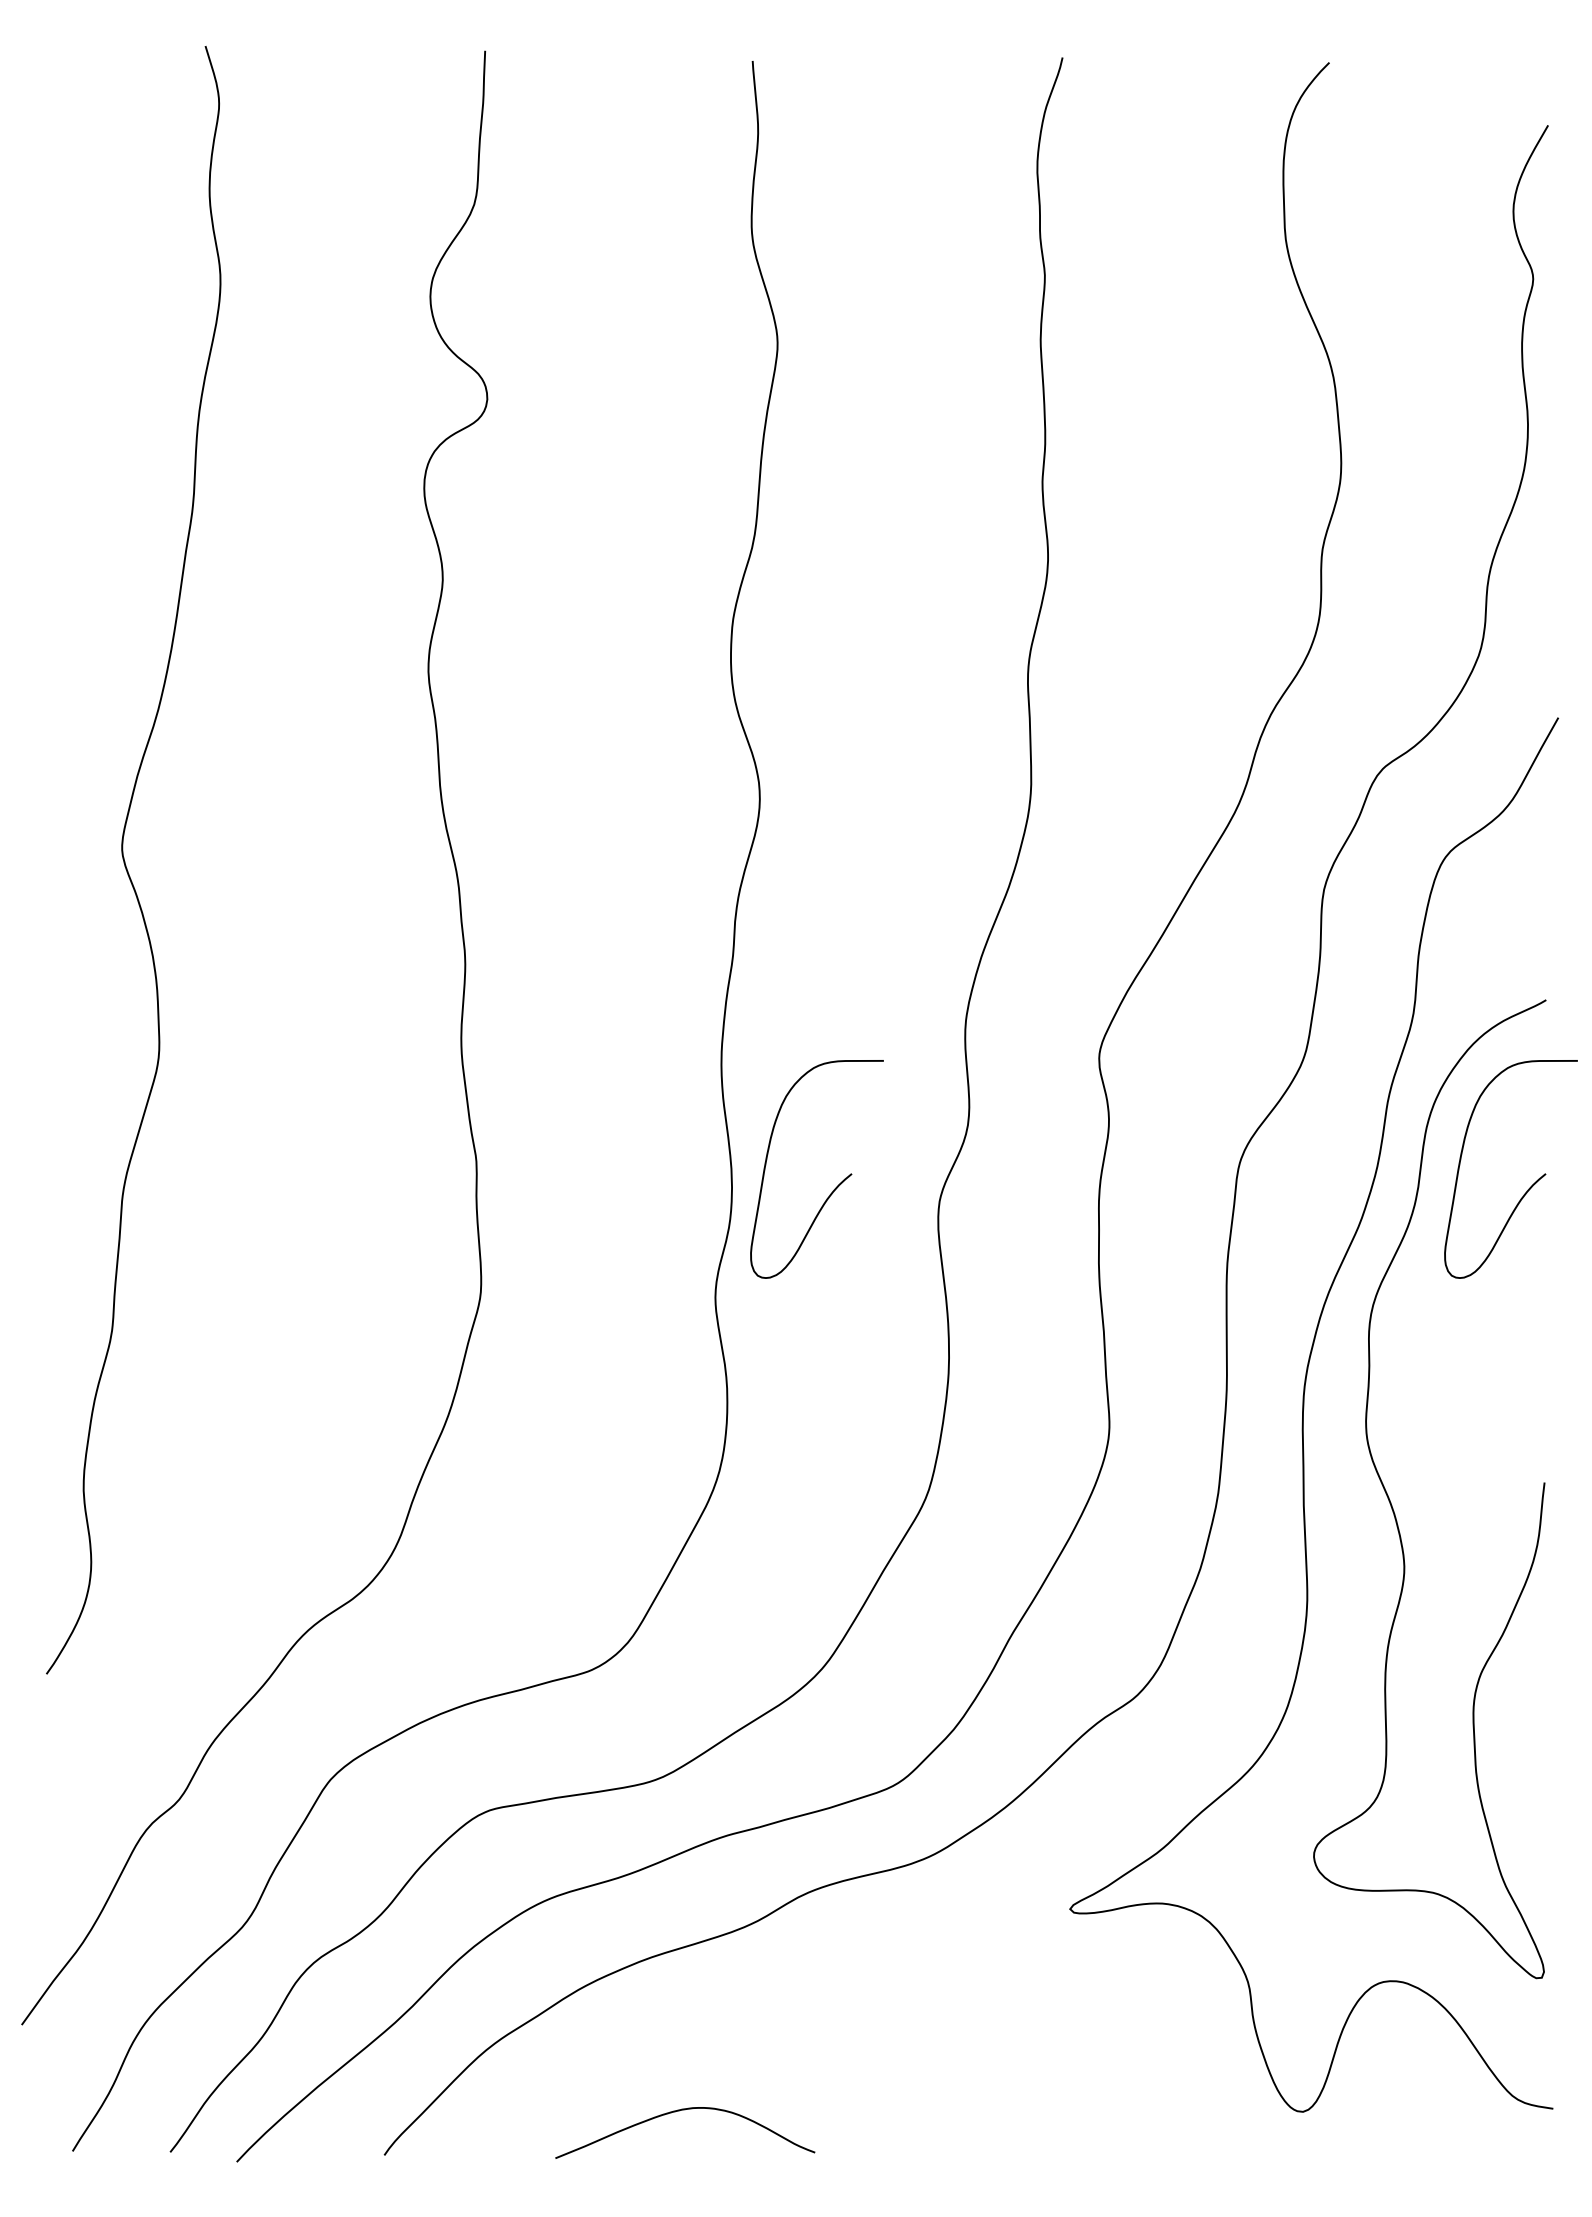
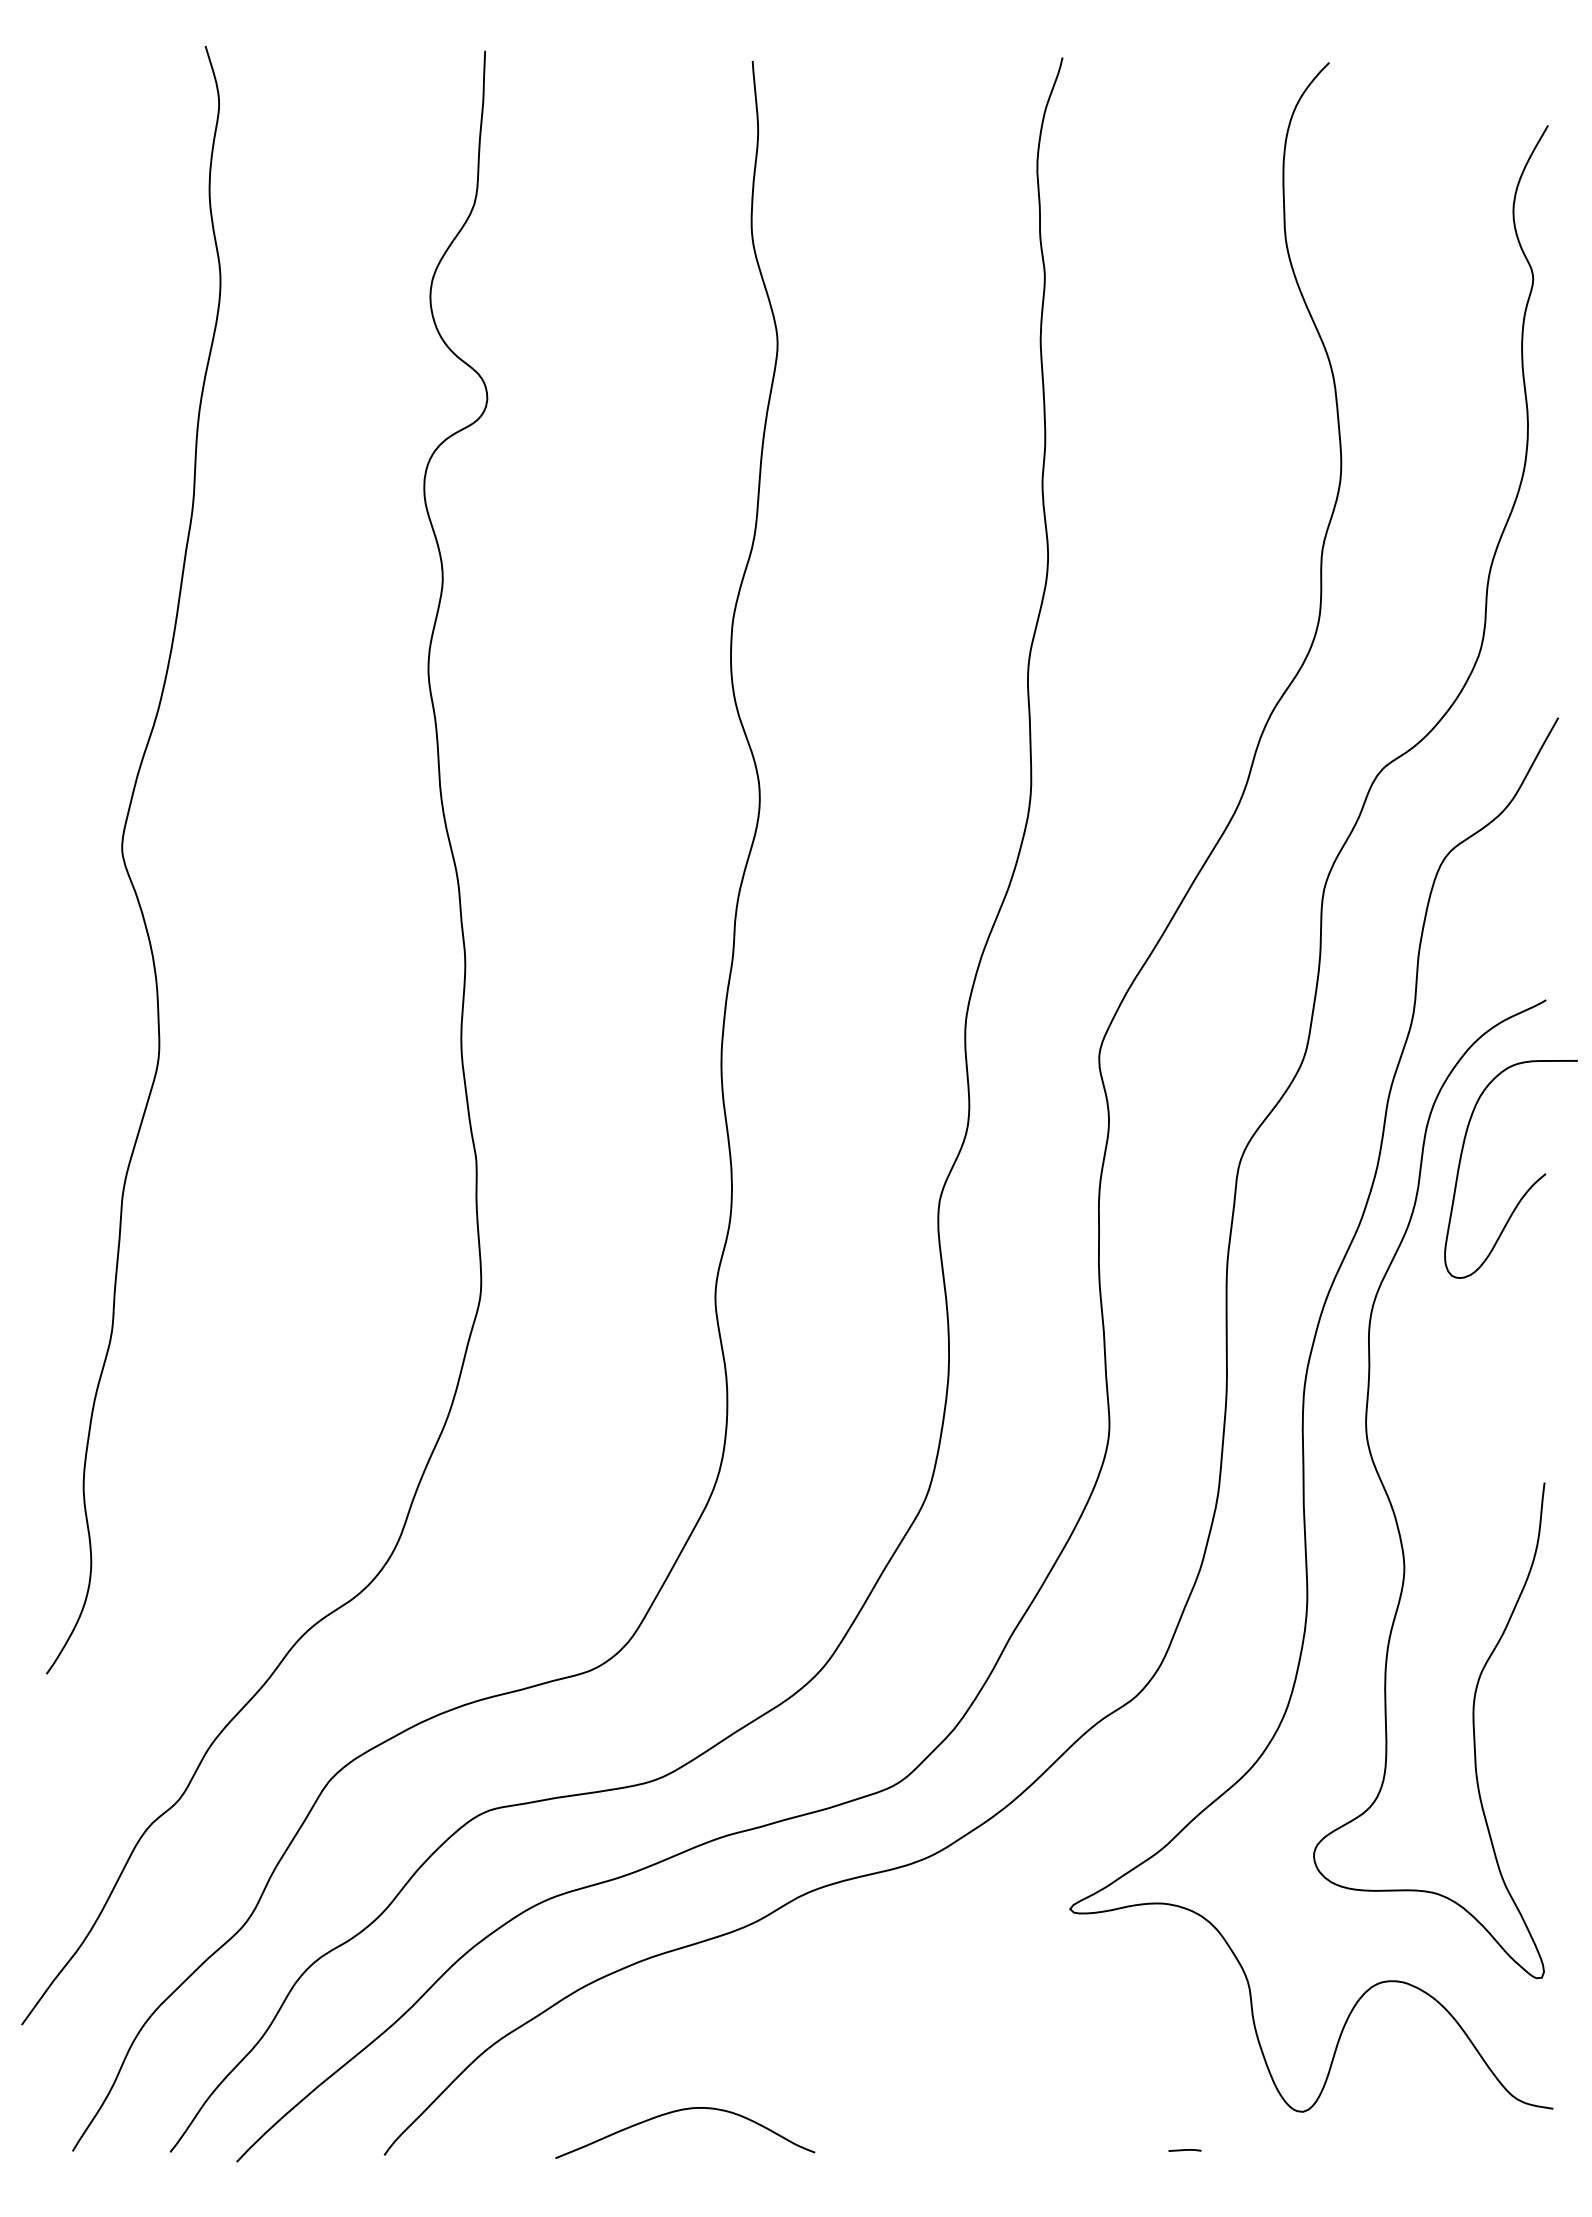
curve at (835, 1187): present -> none
line at (1184, 2150): none -> present
